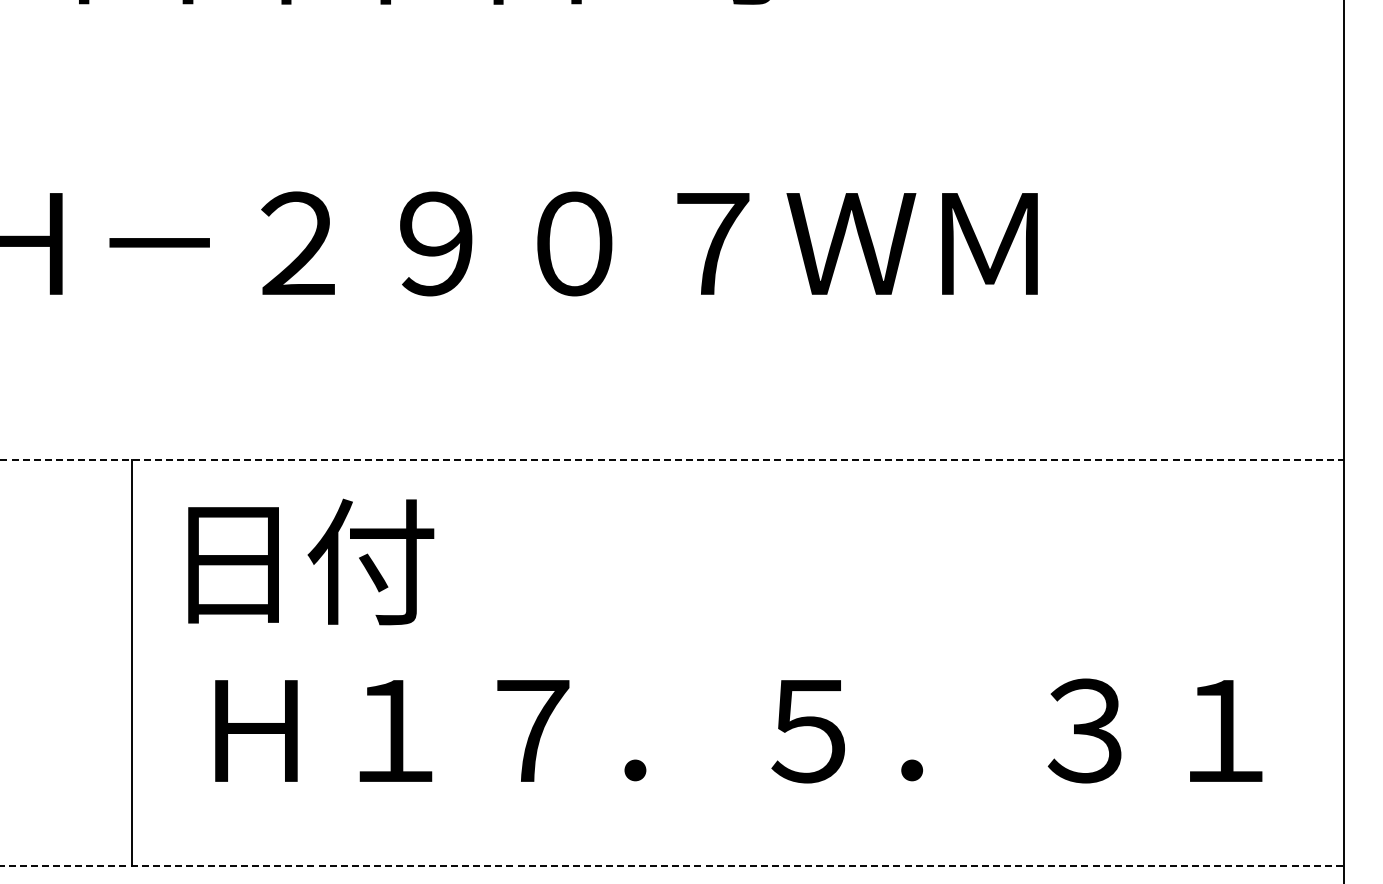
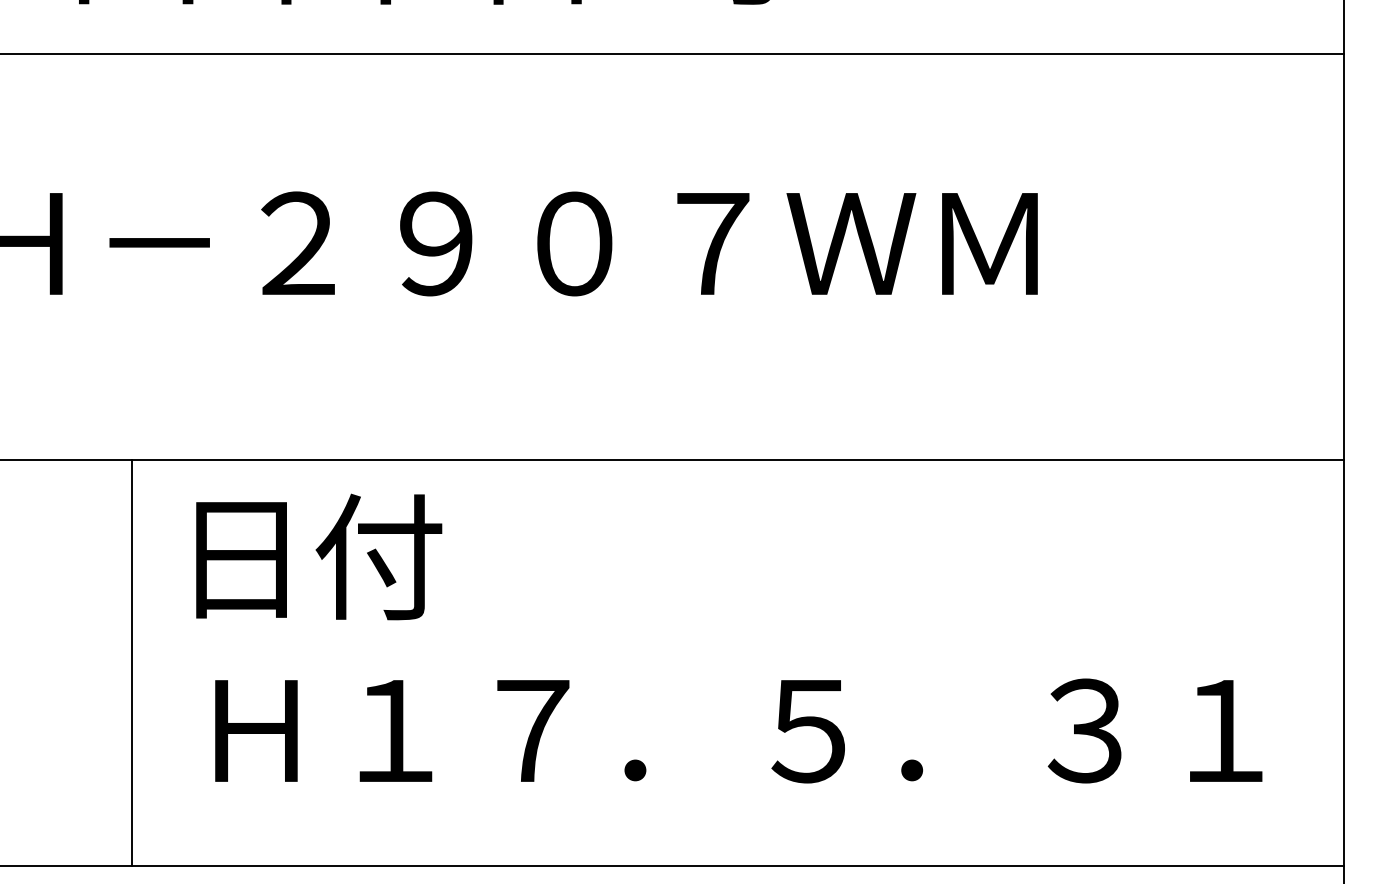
line at (673, 54): none -> present
line at (673, 460): dashed -> solid
text at (311, 561) position: (311, 561) -> (319, 556)
line at (672, 865): dashed -> solid
